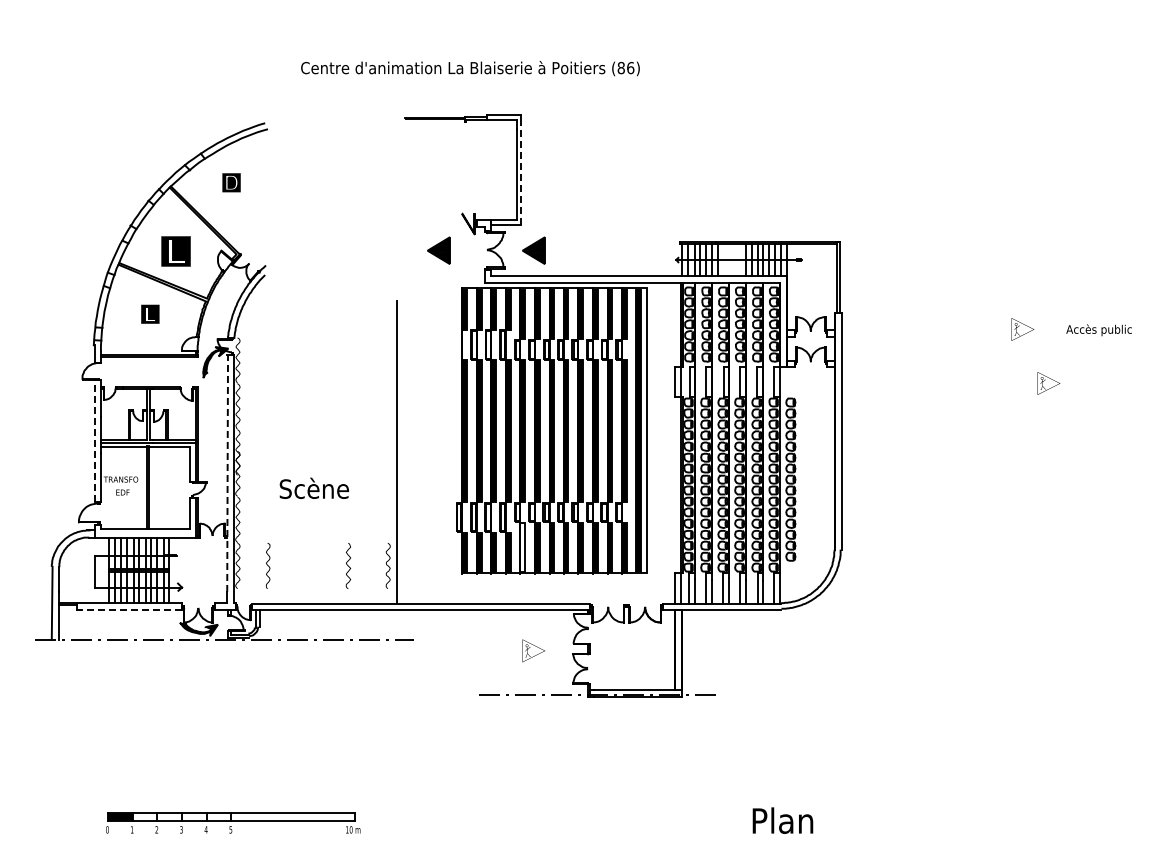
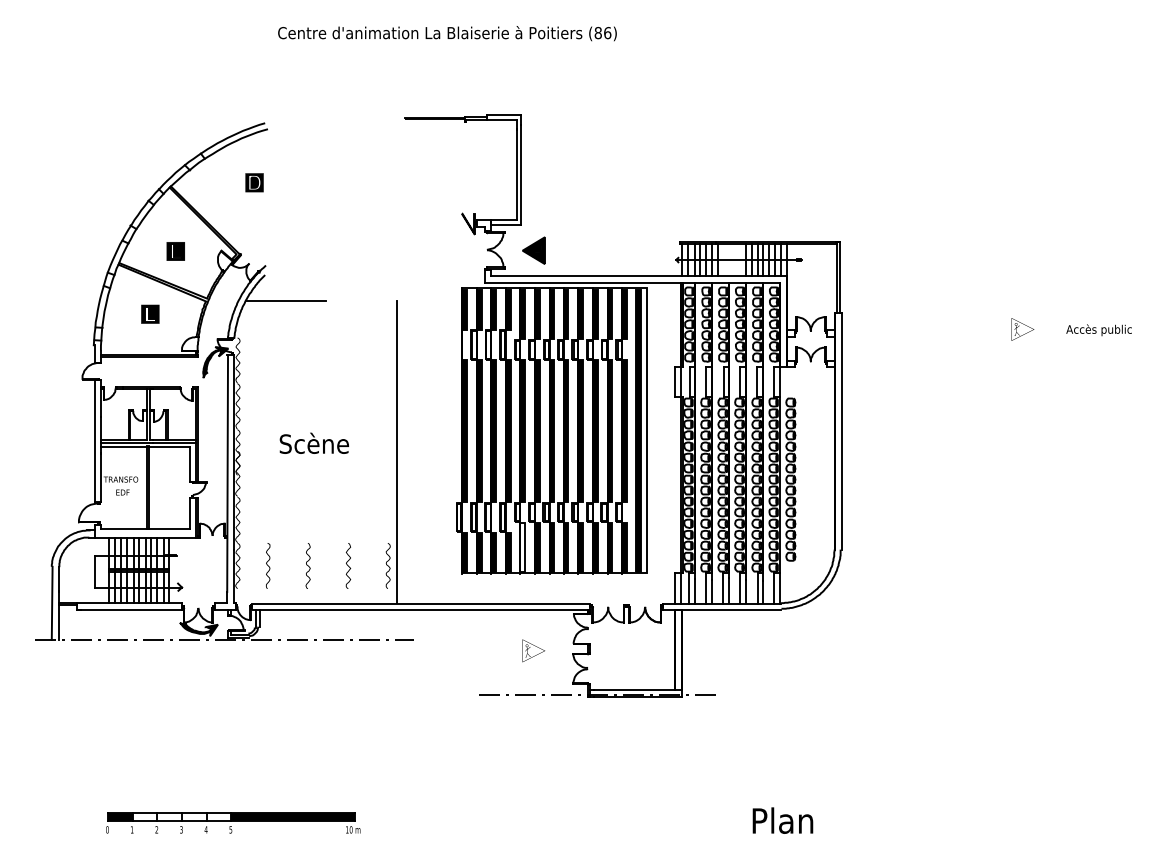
text at (470, 68) position: (470, 68) -> (447, 33)
line at (521, 174): dashed -> solid
part at (231, 182) position: (231, 182) -> (254, 182)
part at (438, 250): present -> none
part at (175, 251) size: 30x31 px -> 19x19 px
line at (286, 301): none -> present
part at (1048, 383): present -> none
line at (94, 440): dashed -> solid
line at (227, 472): dashed -> solid
text at (313, 487) position: (313, 487) -> (313, 442)
curve at (307, 565): none -> present
line at (130, 609): dashed -> solid
fill at (292, 816): none -> present
